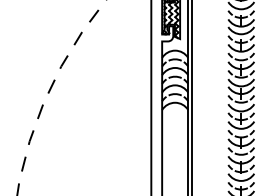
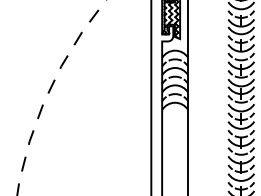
line at (192, 97): present -> none
